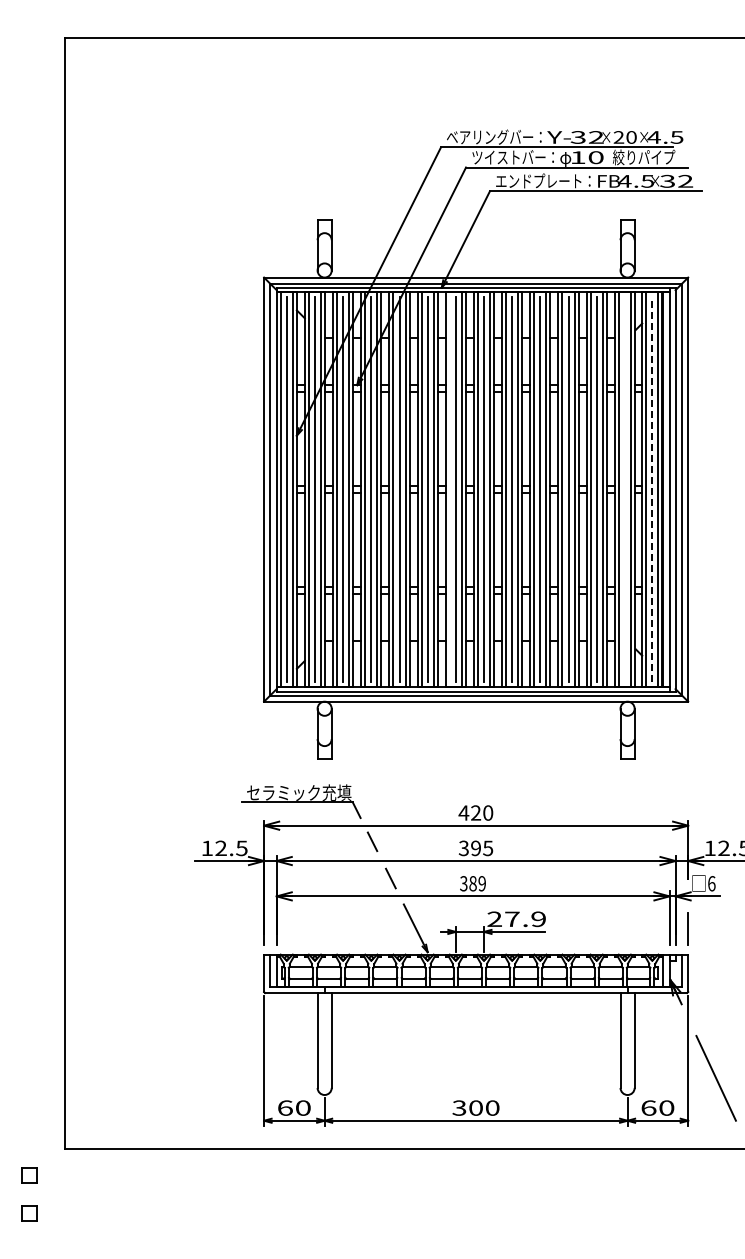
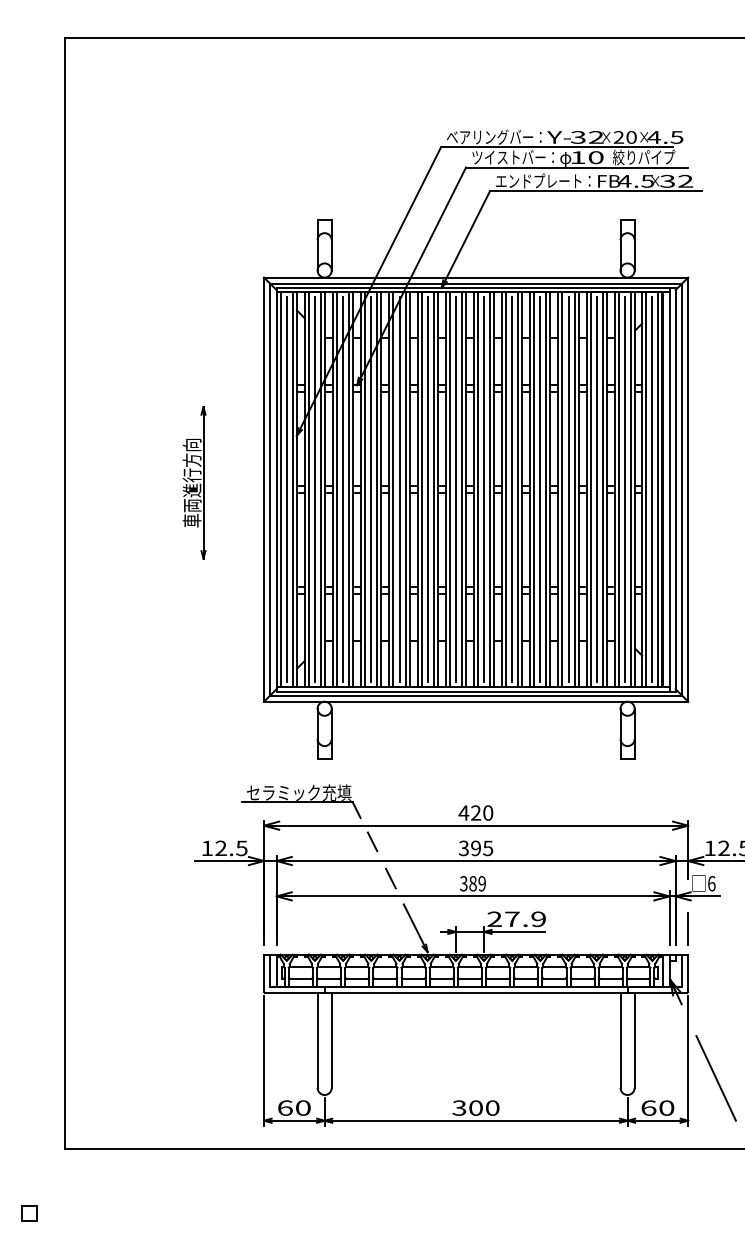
part at (194, 482): none -> present
line at (449, 489): none -> present
line at (624, 489): none -> present
line at (652, 489): dashed -> solid
part at (29, 1175): present -> none
